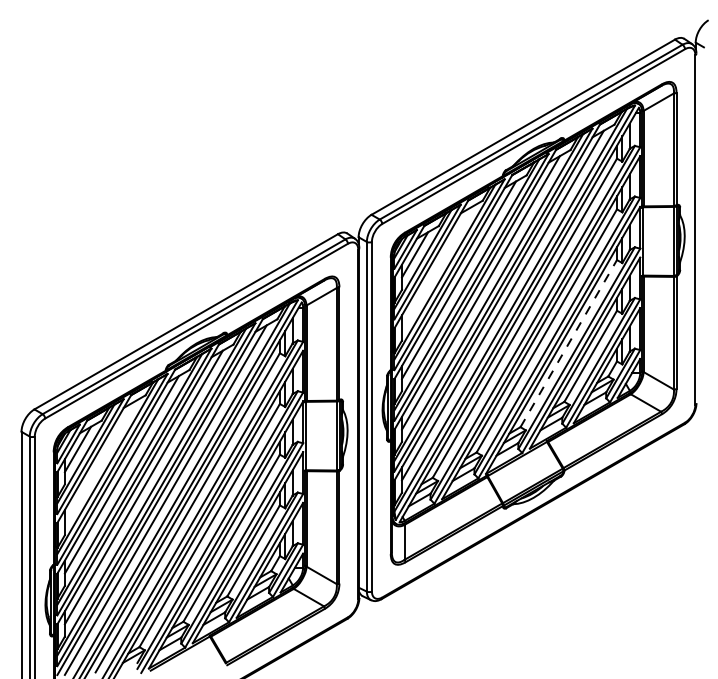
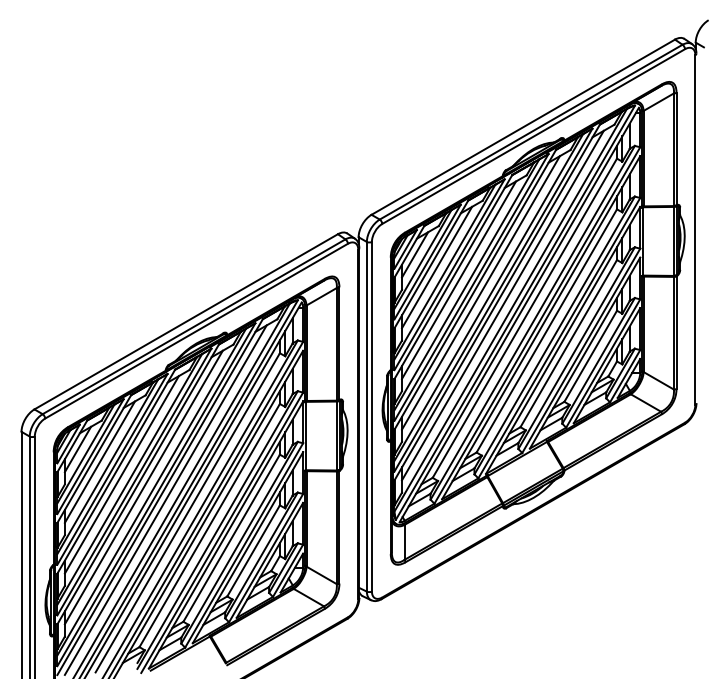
line at (437, 267): none -> present
line at (569, 343): dashed -> solid
line at (99, 461): none -> present
